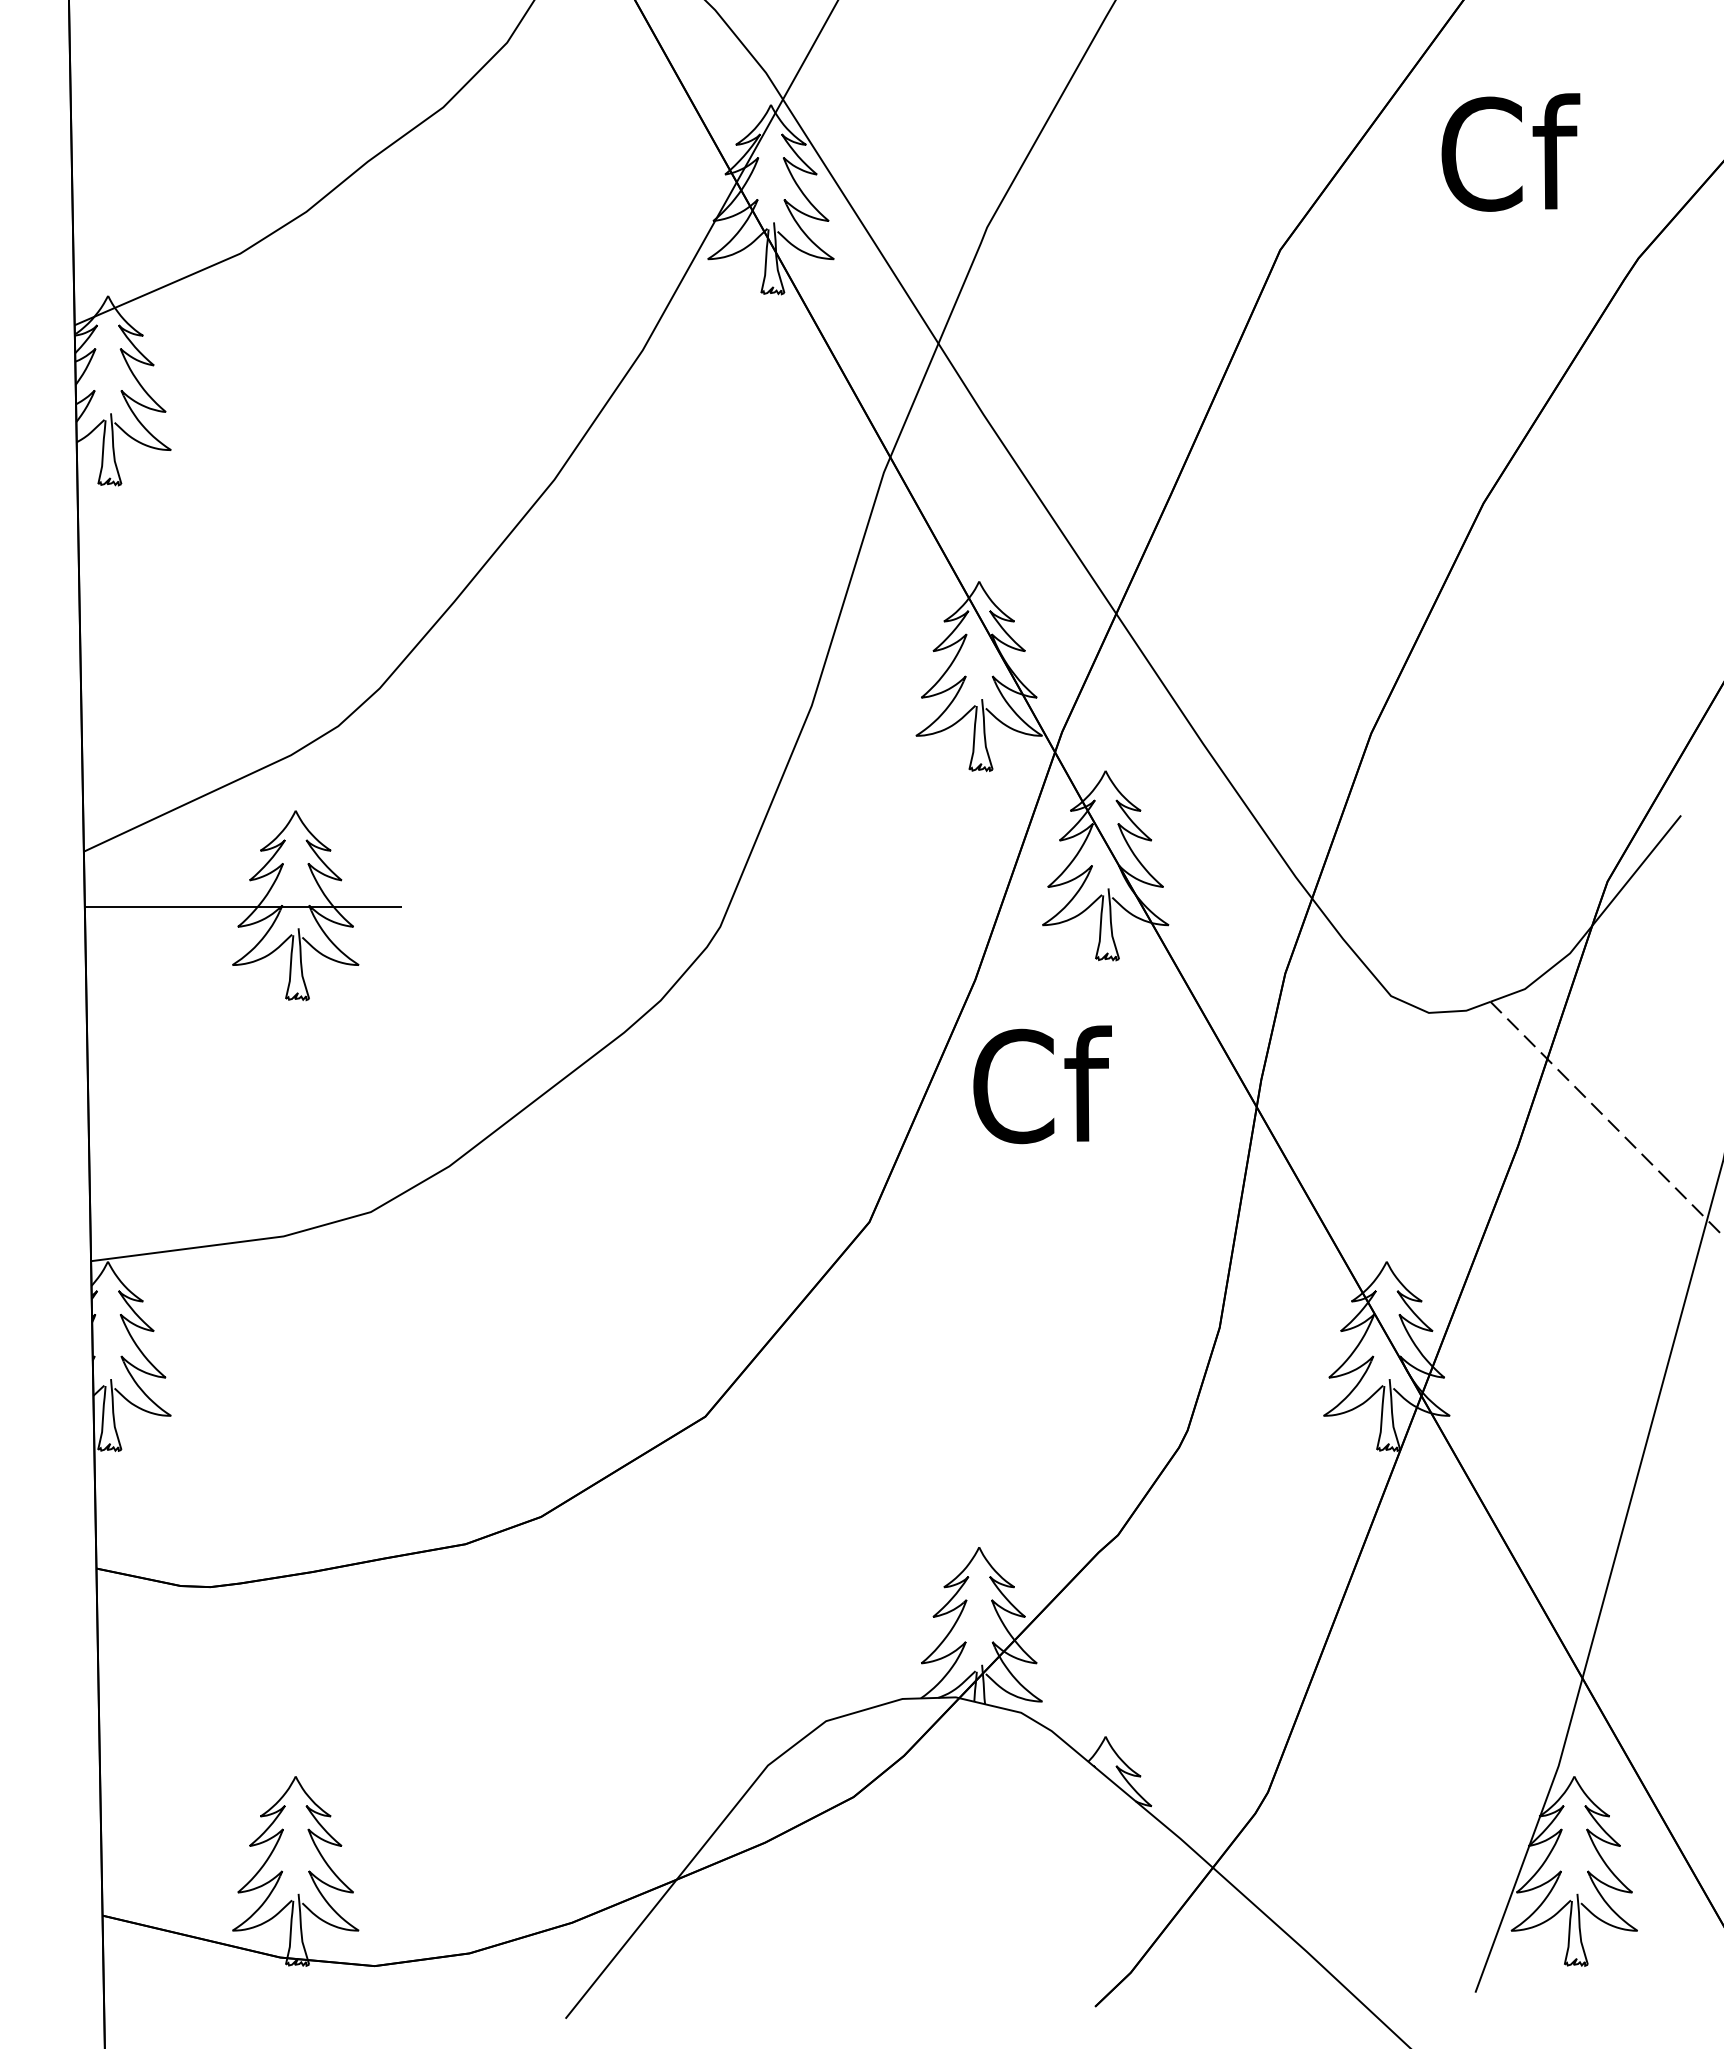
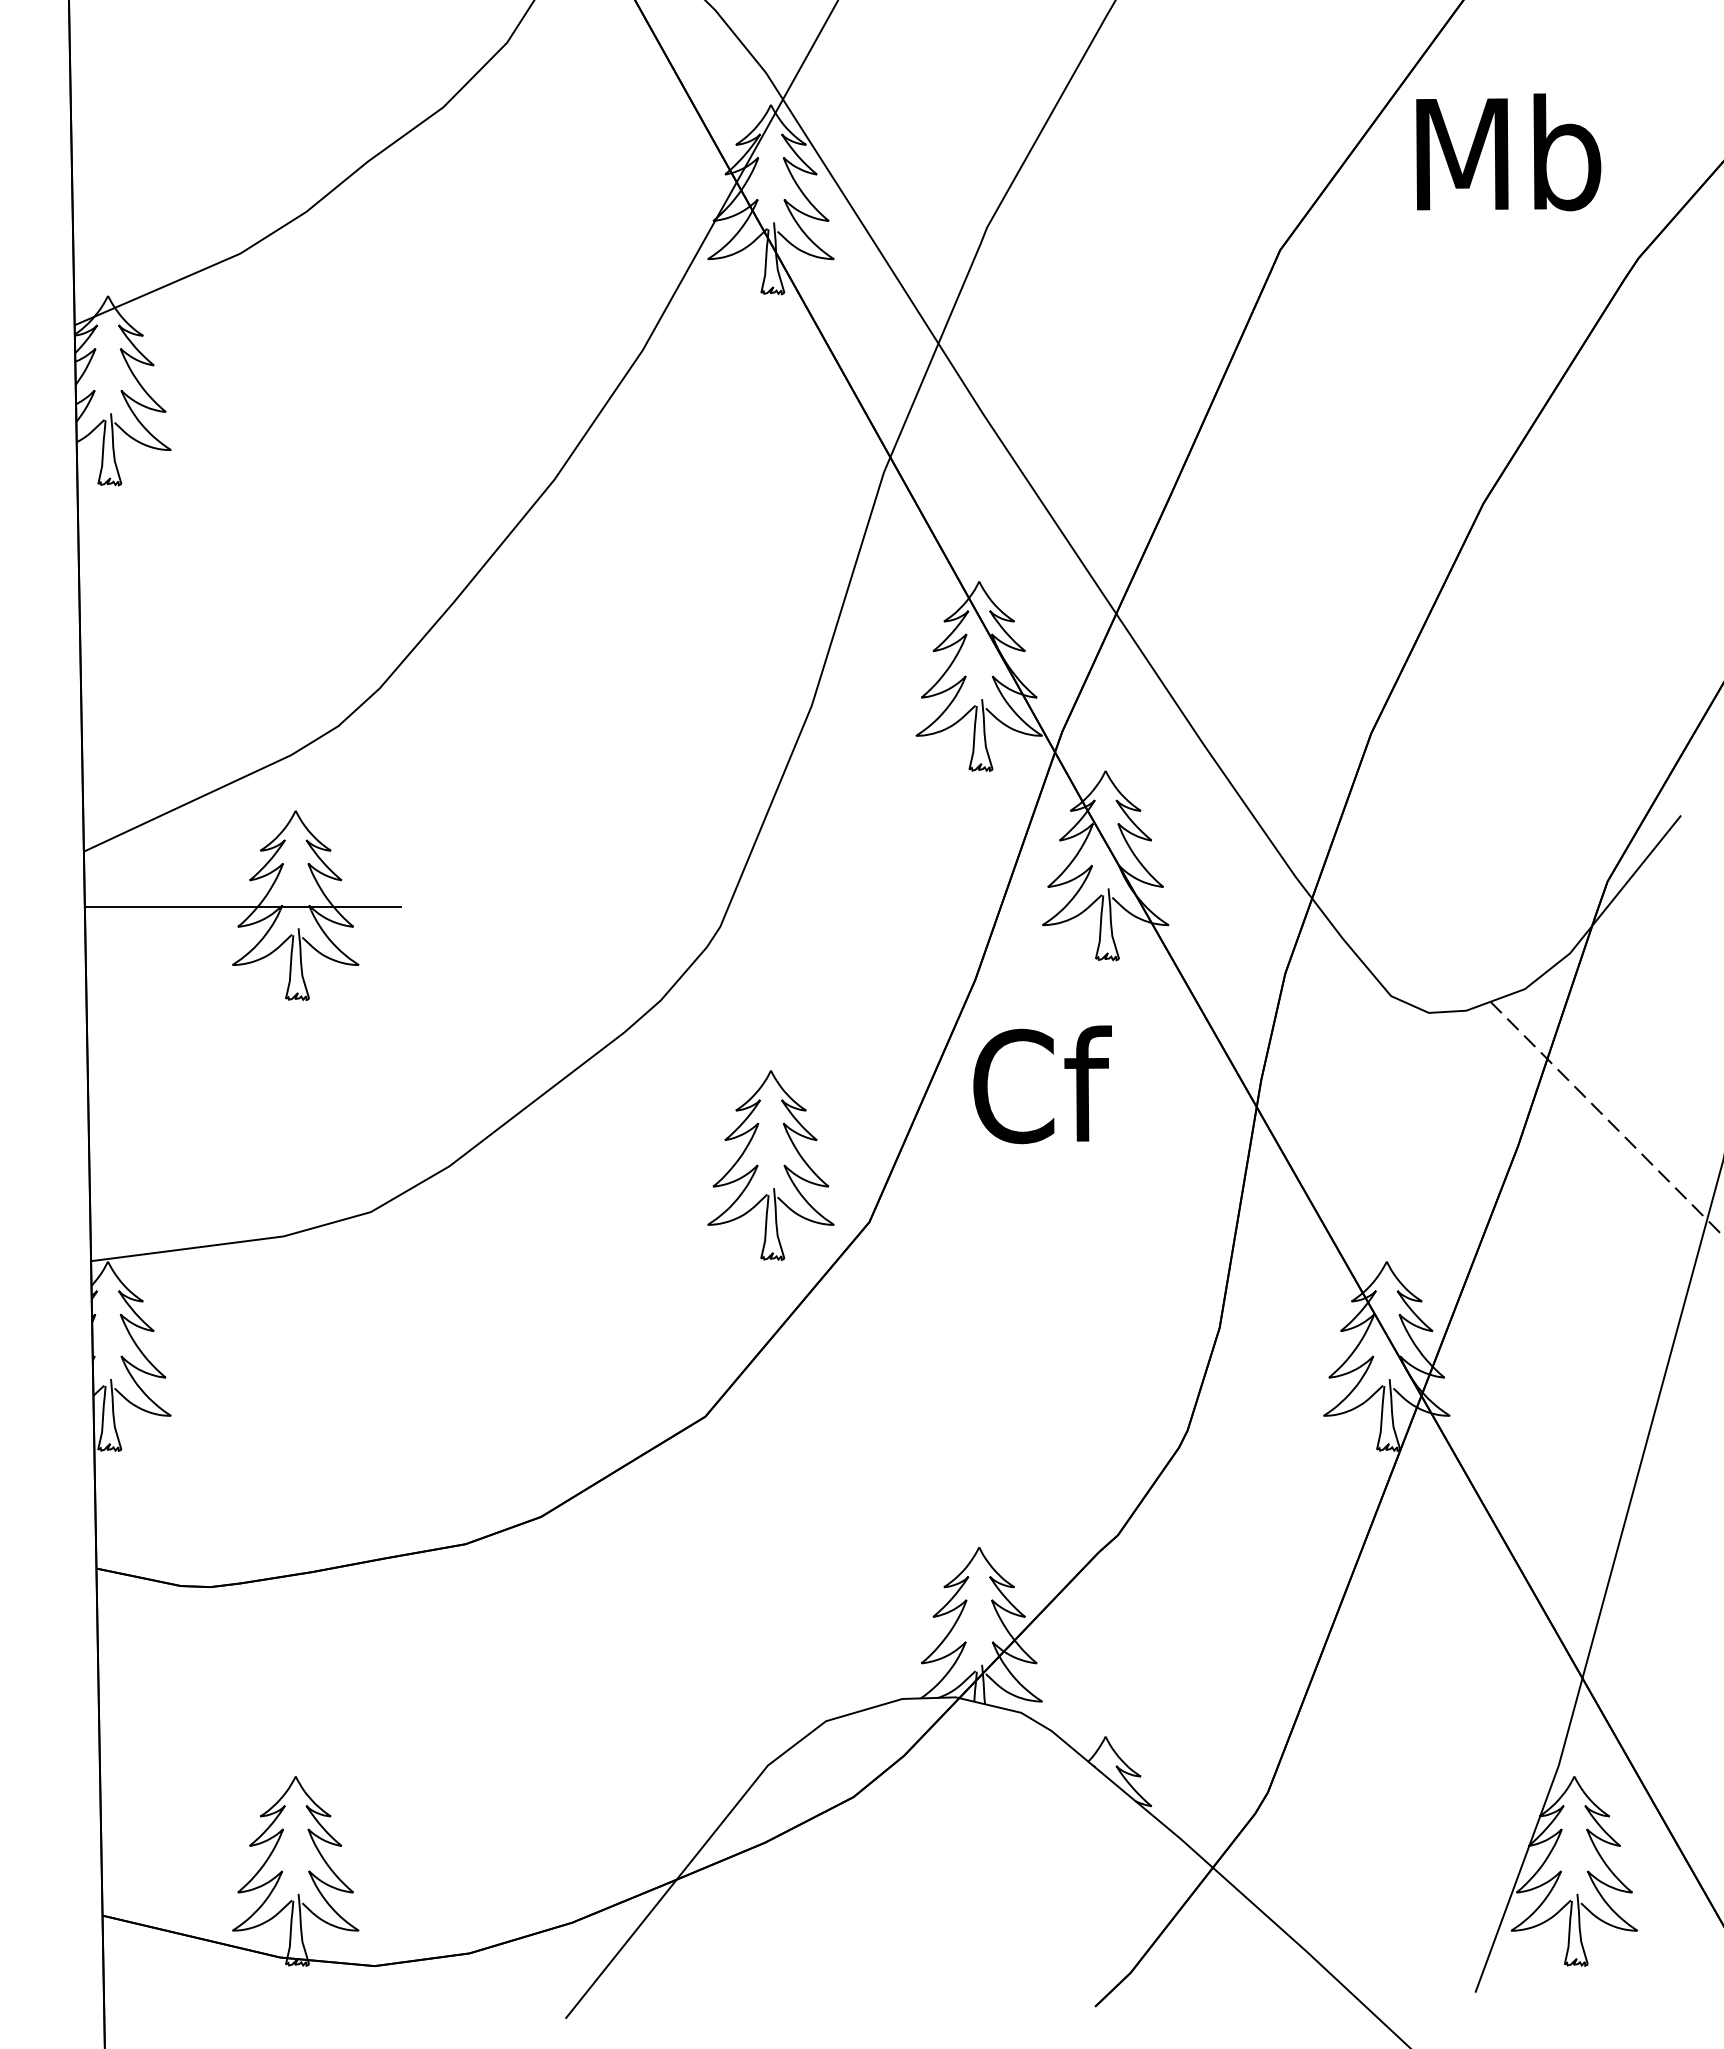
text at (1508, 152): Cf -> Mb
part at (758, 1165): none -> present
